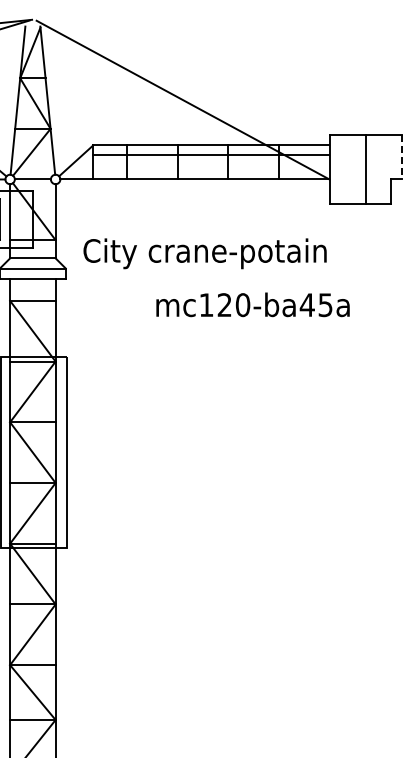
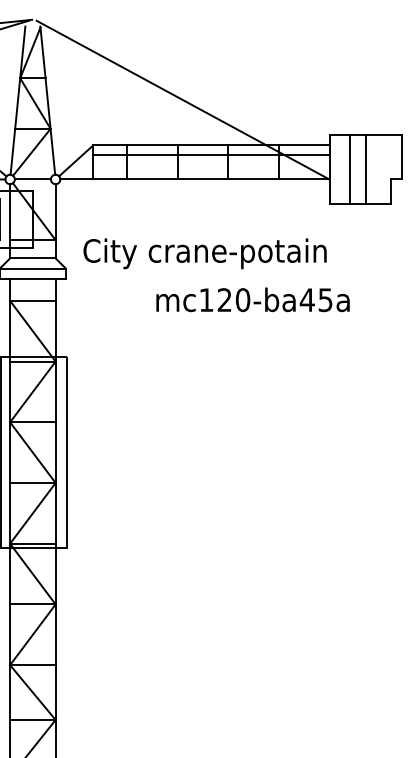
line at (402, 157): dashed -> solid
line at (349, 169): none -> present
text at (252, 304) position: (252, 304) -> (252, 299)
